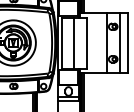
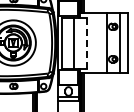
line at (86, 43): solid -> dashed
